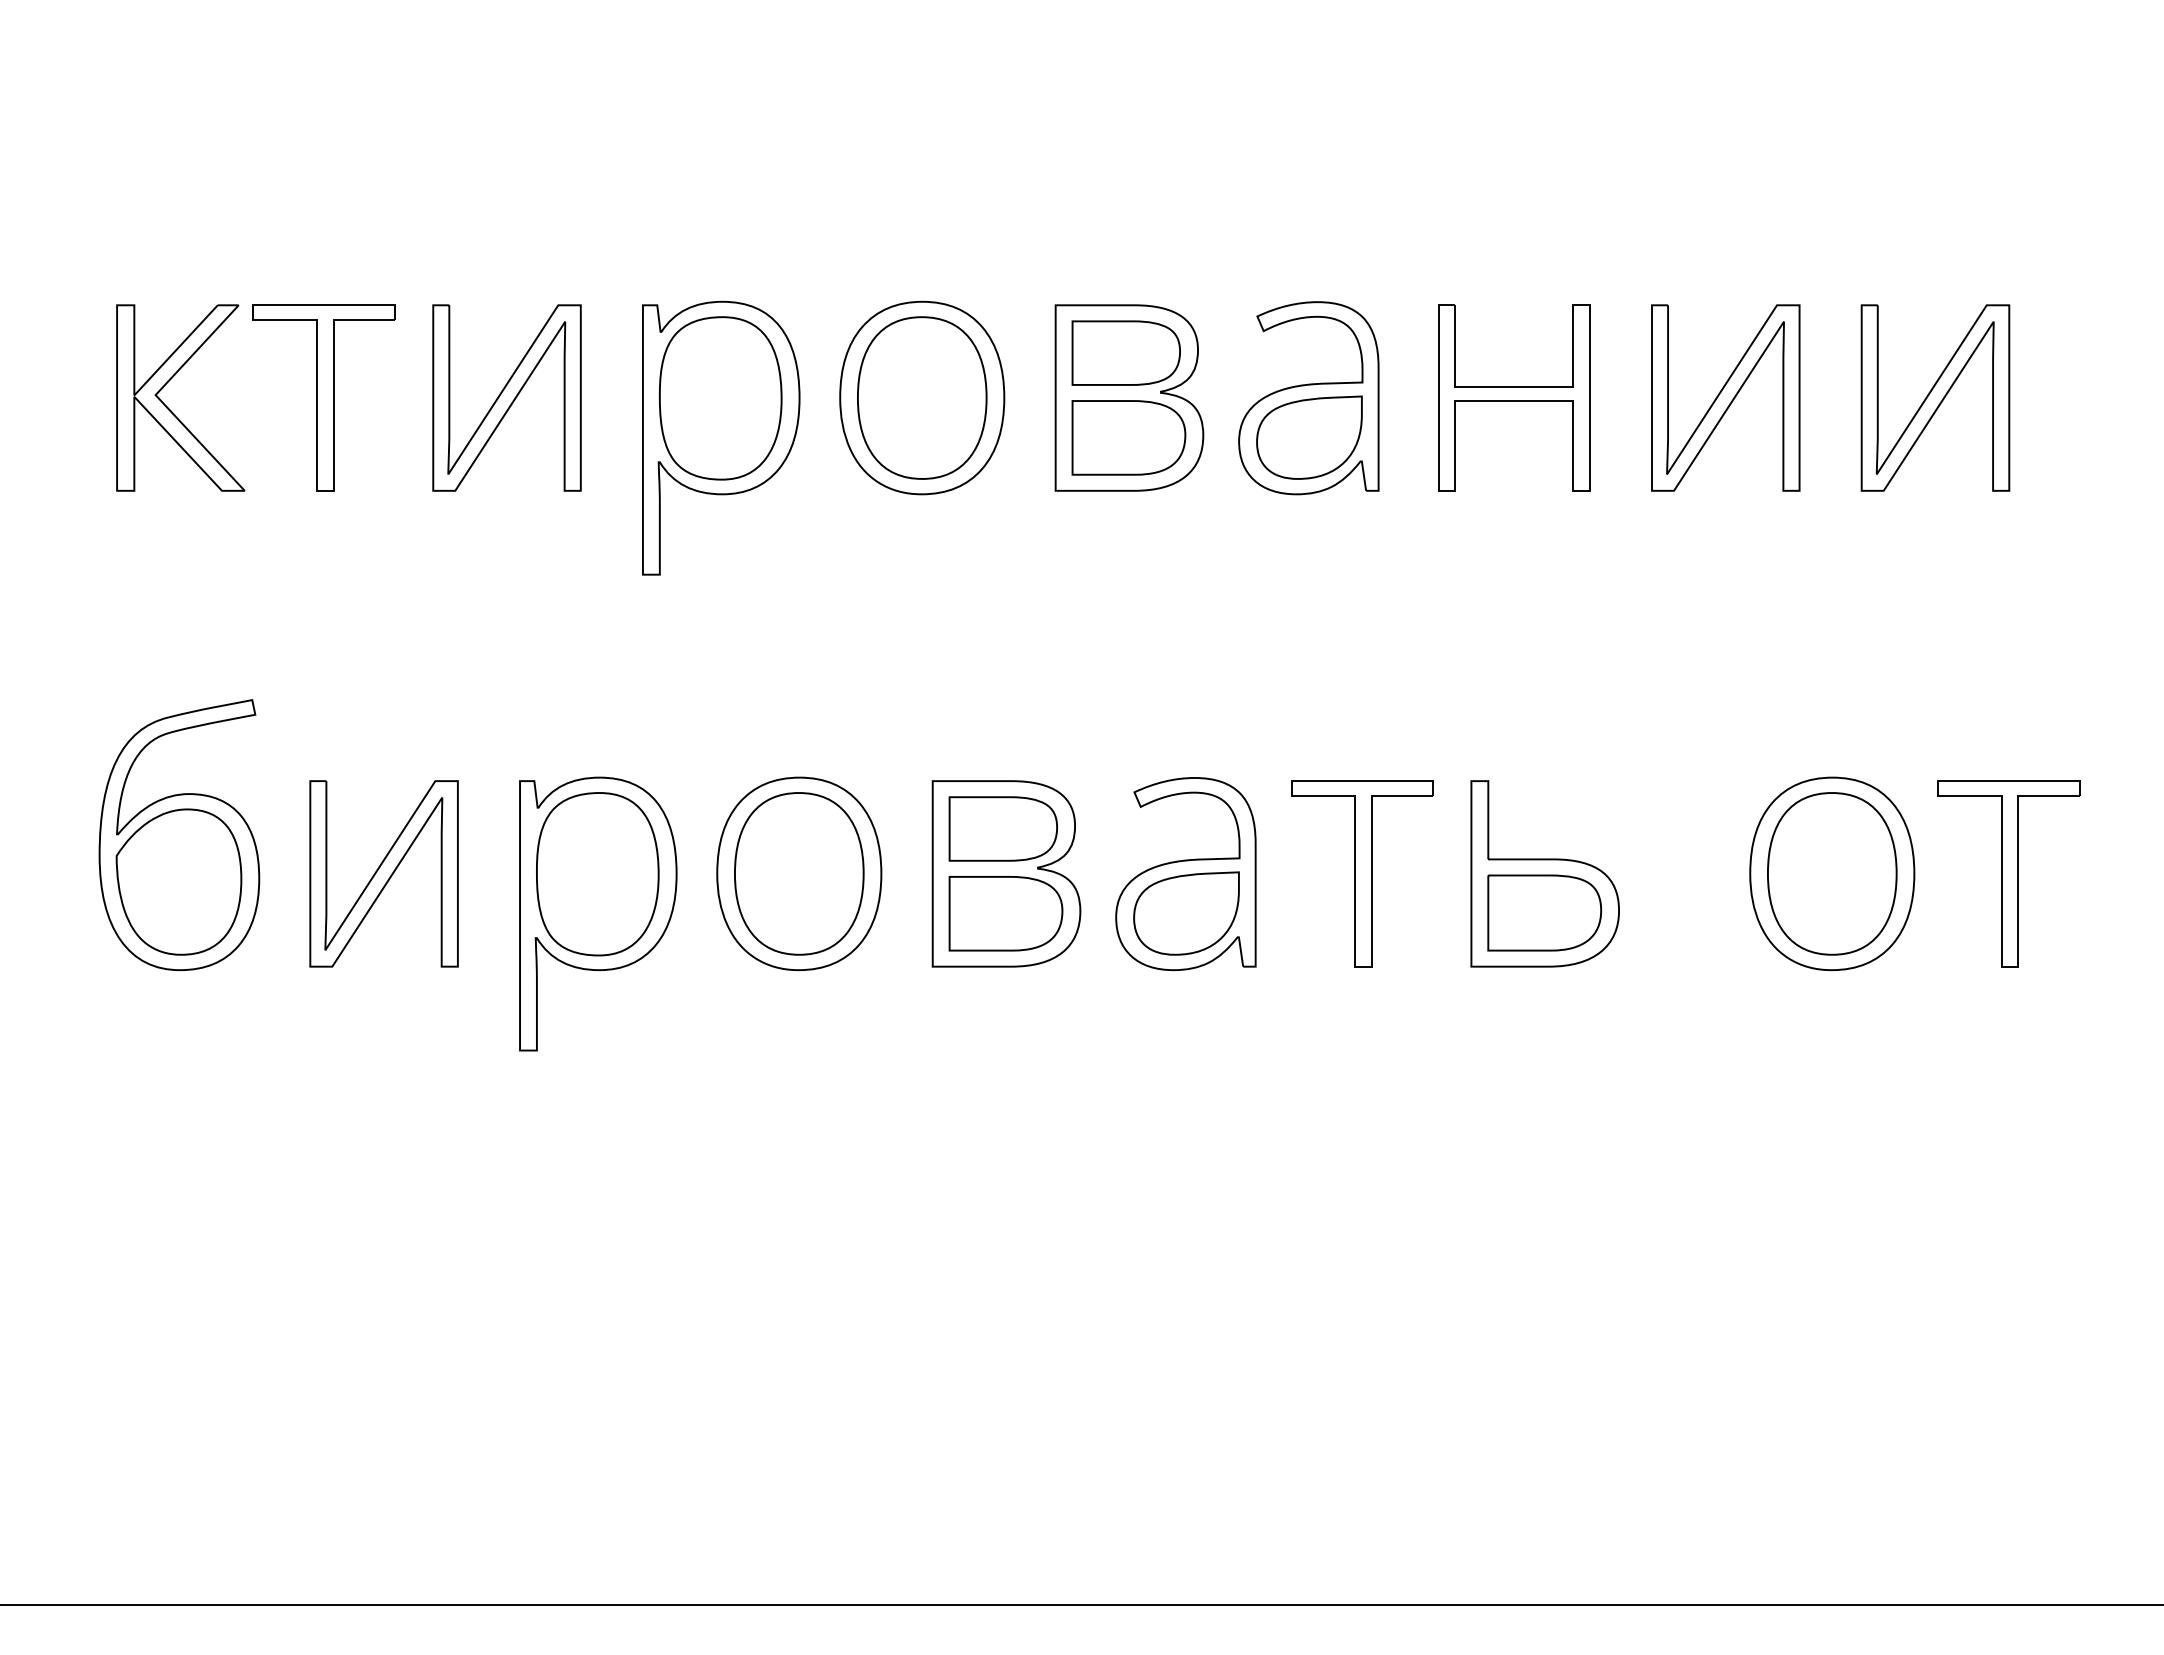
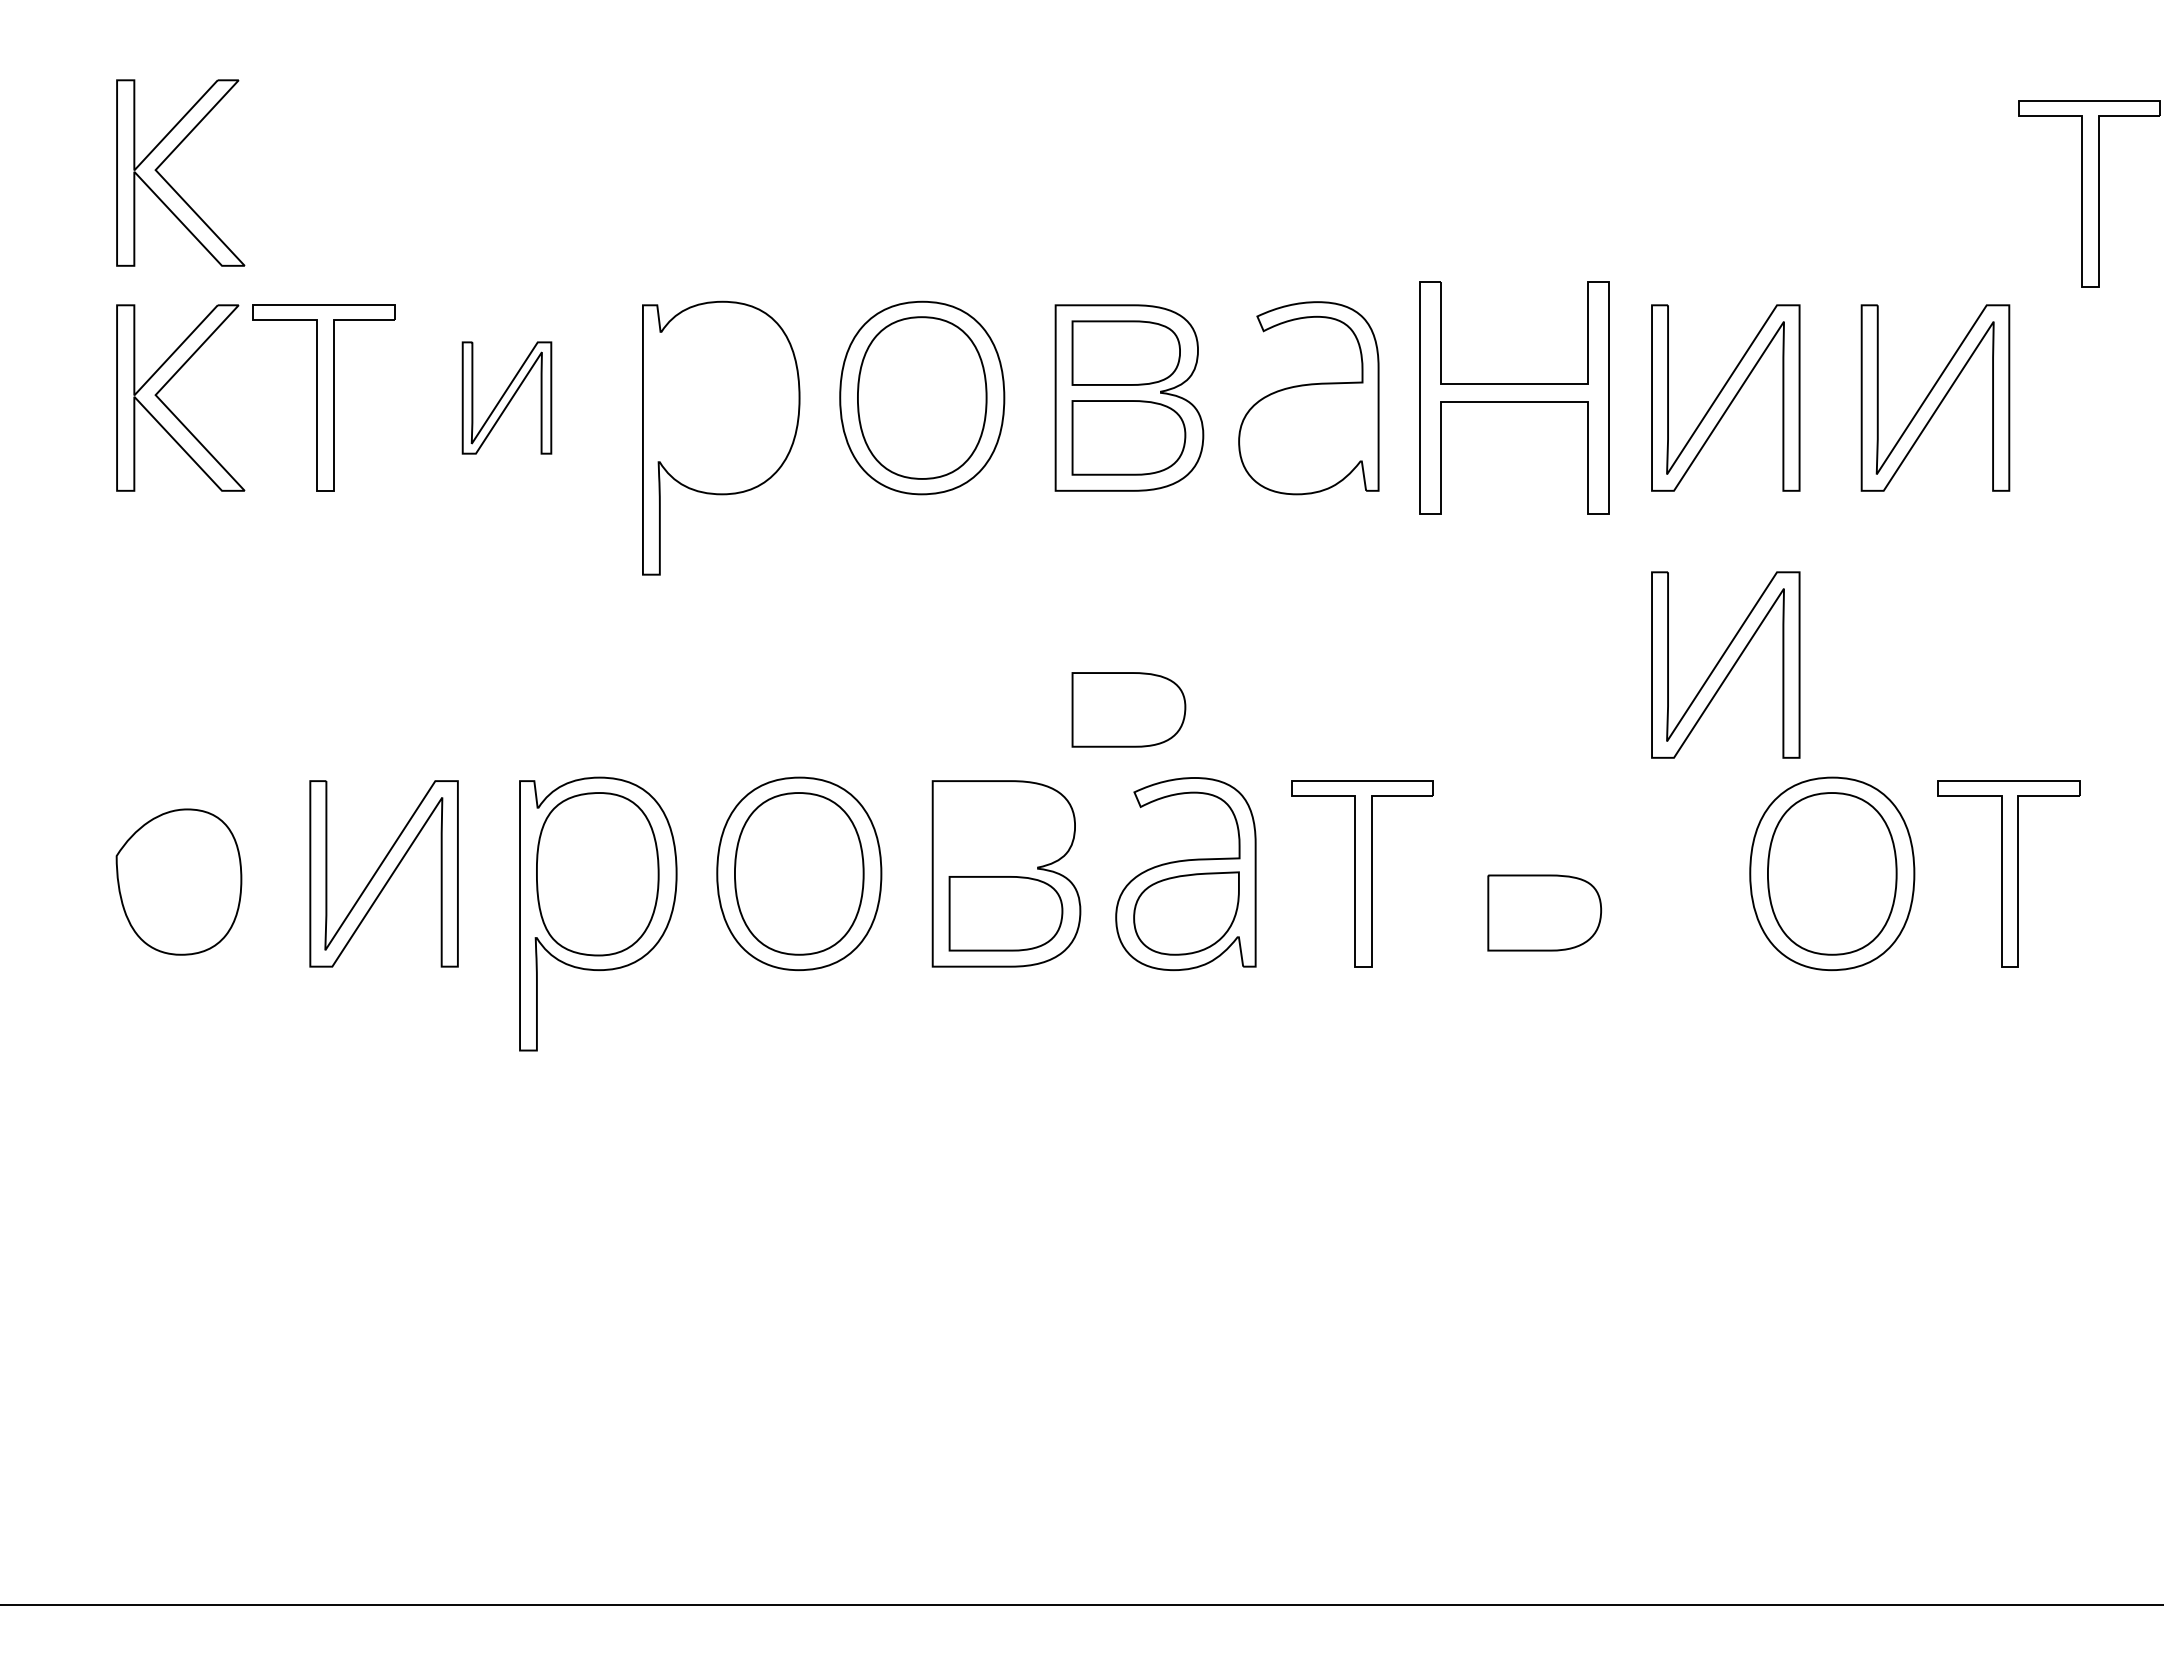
part at (169, 183): none -> present
part at (2089, 193): none -> present
part at (506, 397) size: 150x188 px -> 92x114 px
part at (1514, 397) size: 153x188 px -> 191x234 px
part at (720, 398): present -> none
part at (1309, 437): present -> none
part at (1725, 664): none -> present
part at (1128, 709): none -> present
part at (1002, 828): present -> none
part at (179, 835): present -> none
part at (1544, 873): present -> none
